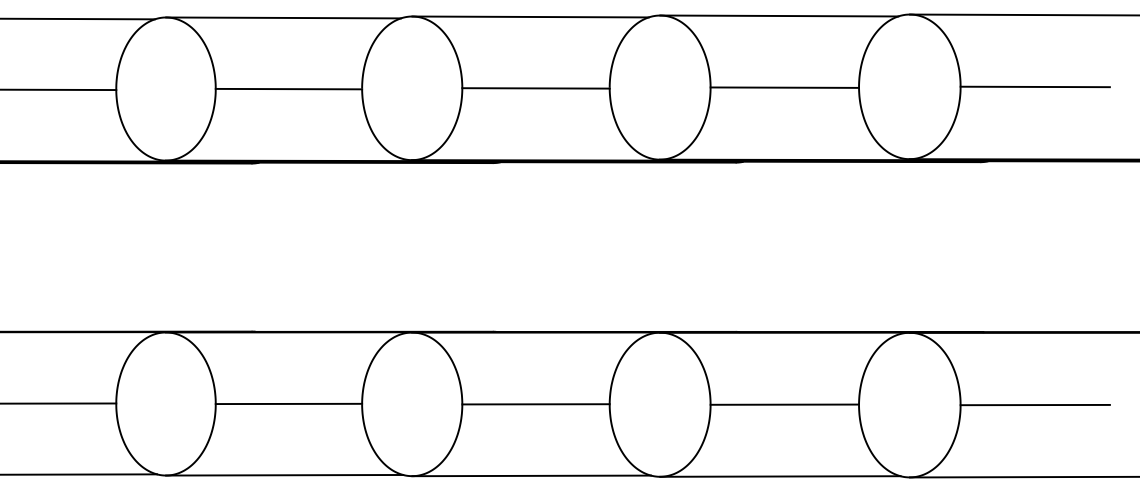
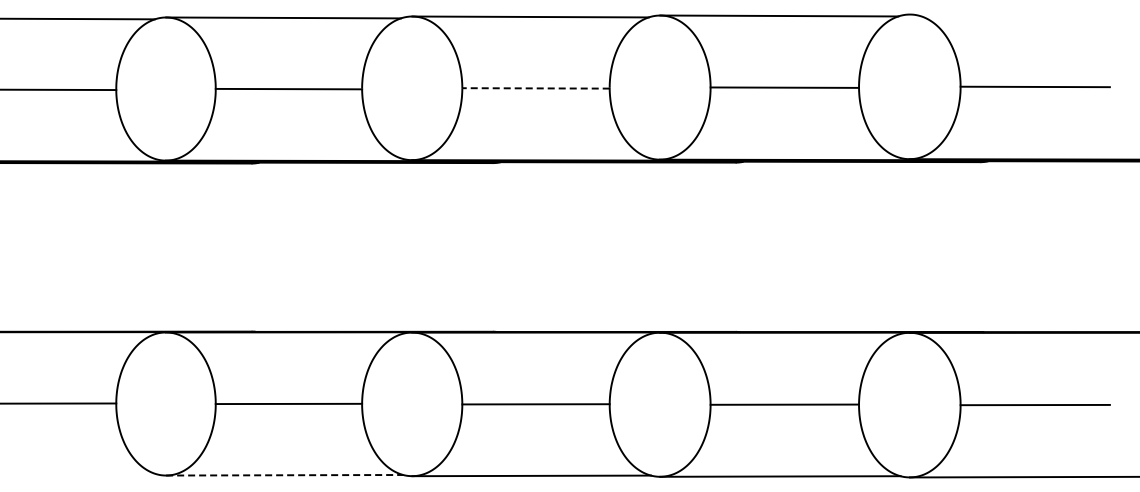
line at (1023, 14): present -> none
line at (536, 88): solid -> dashed
line at (79, 474): present -> none
line at (284, 475): solid -> dashed
